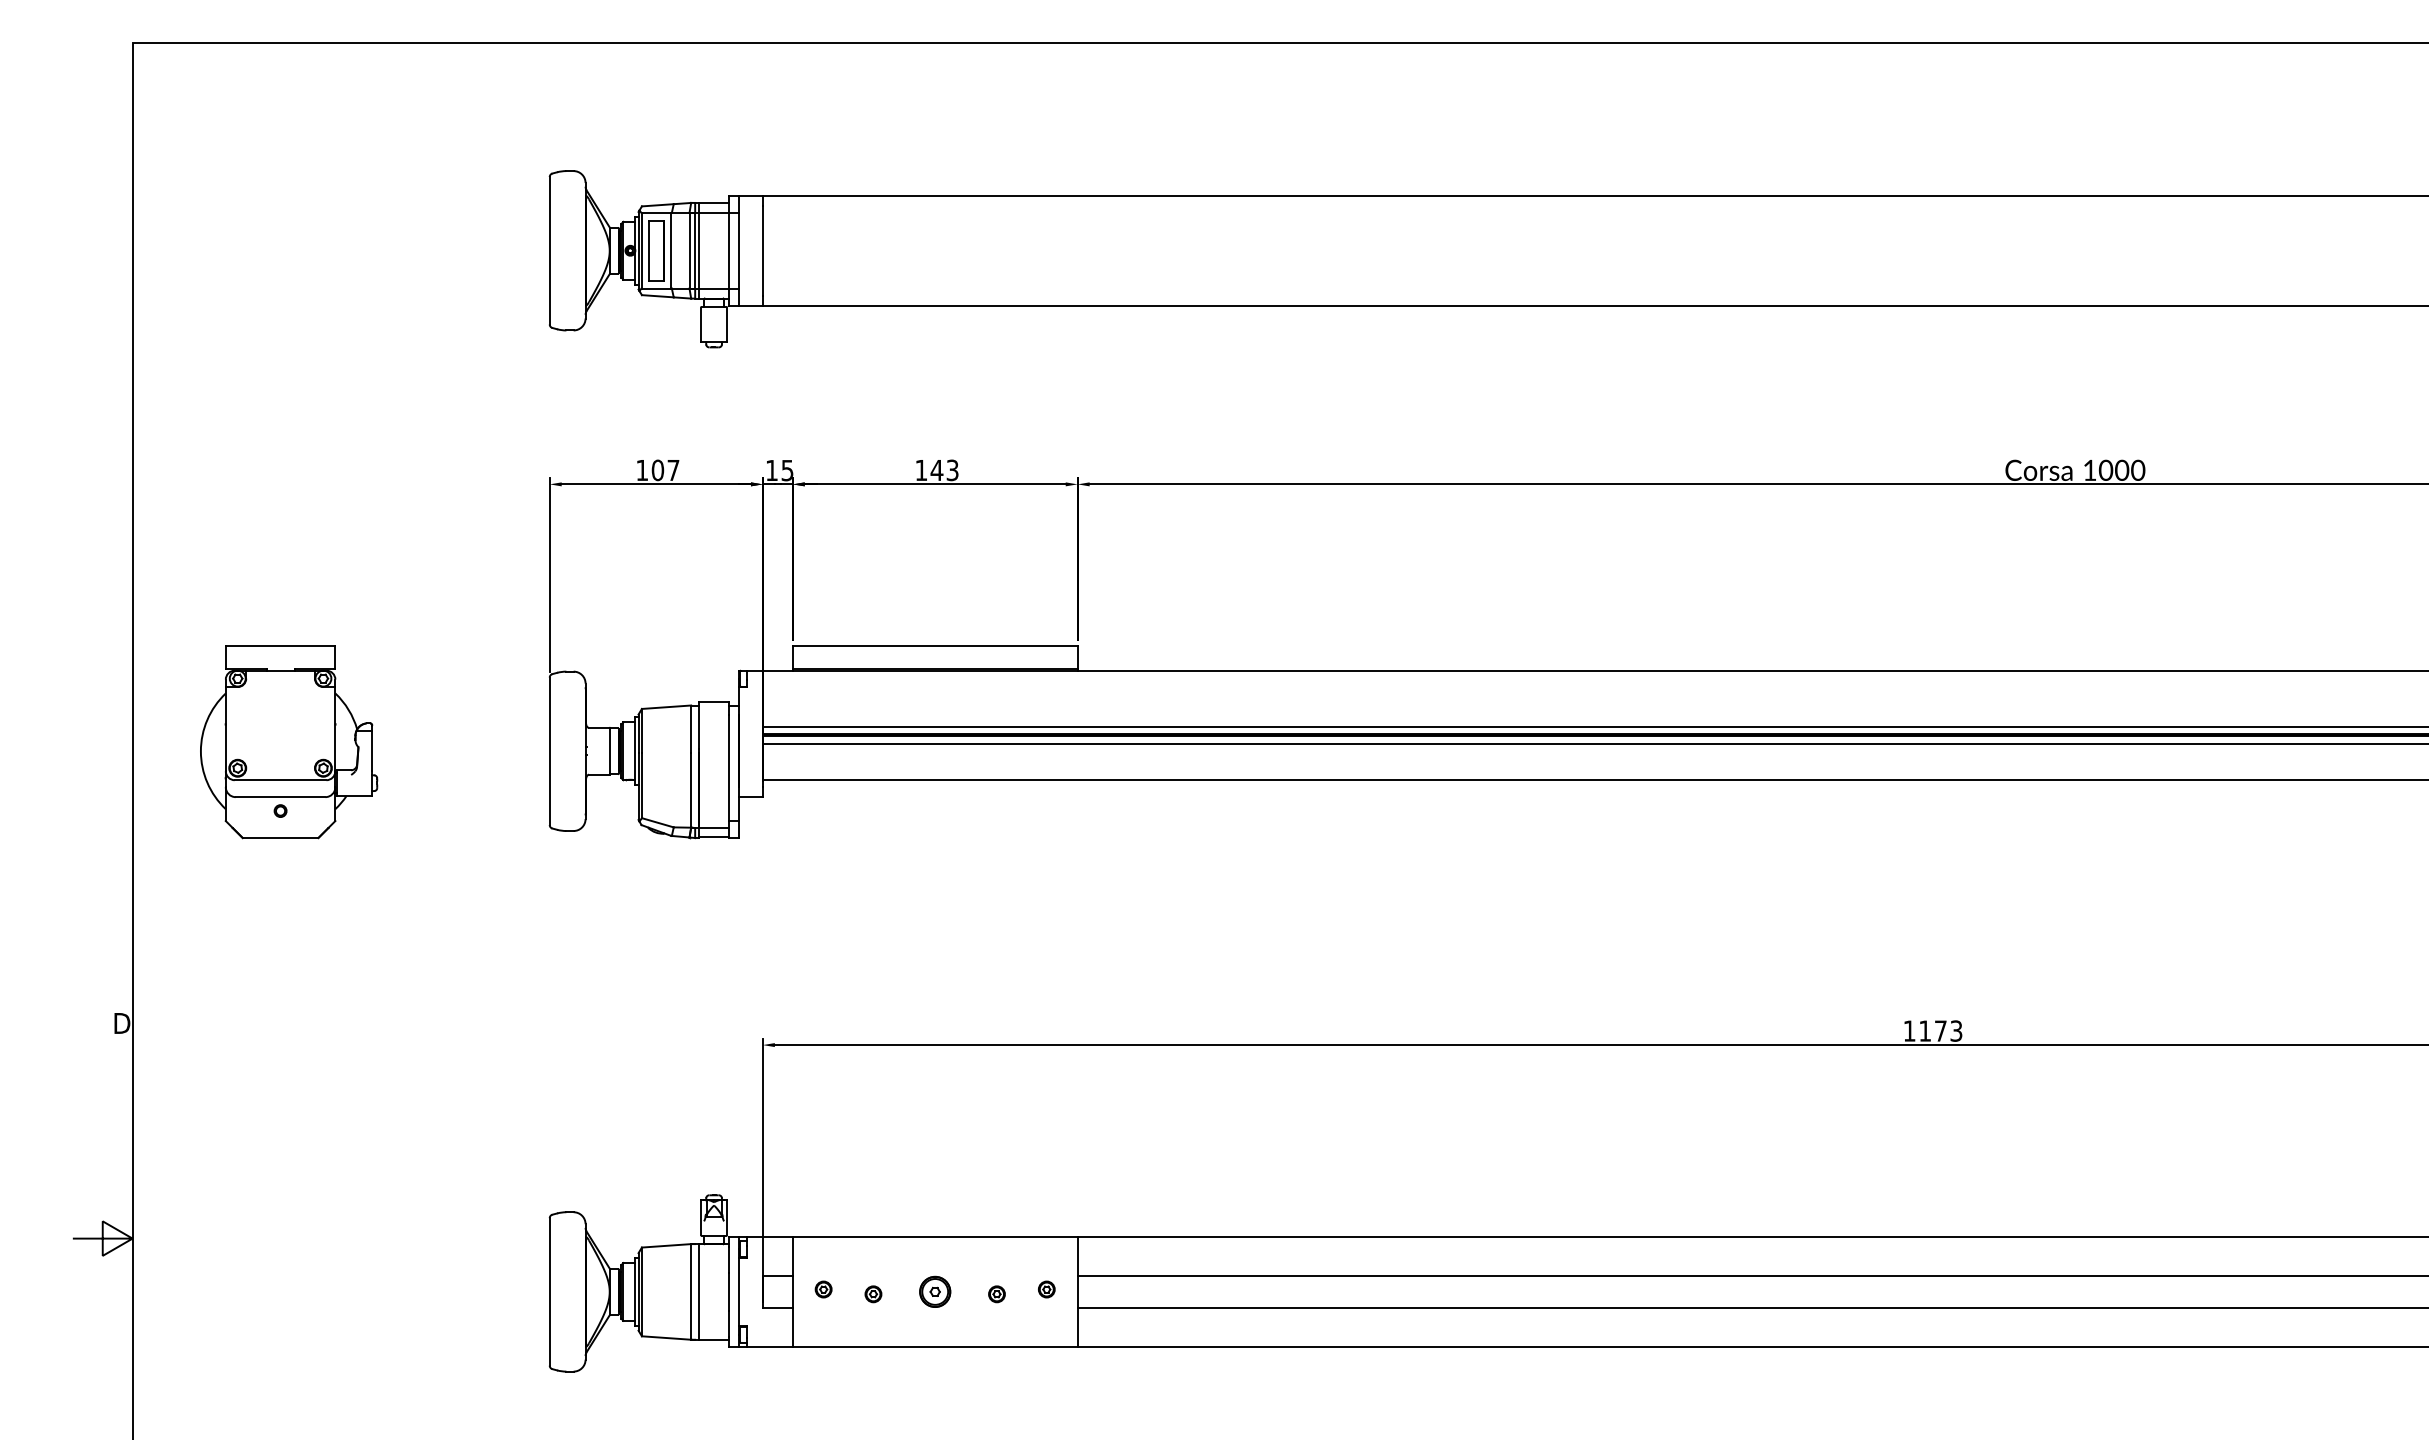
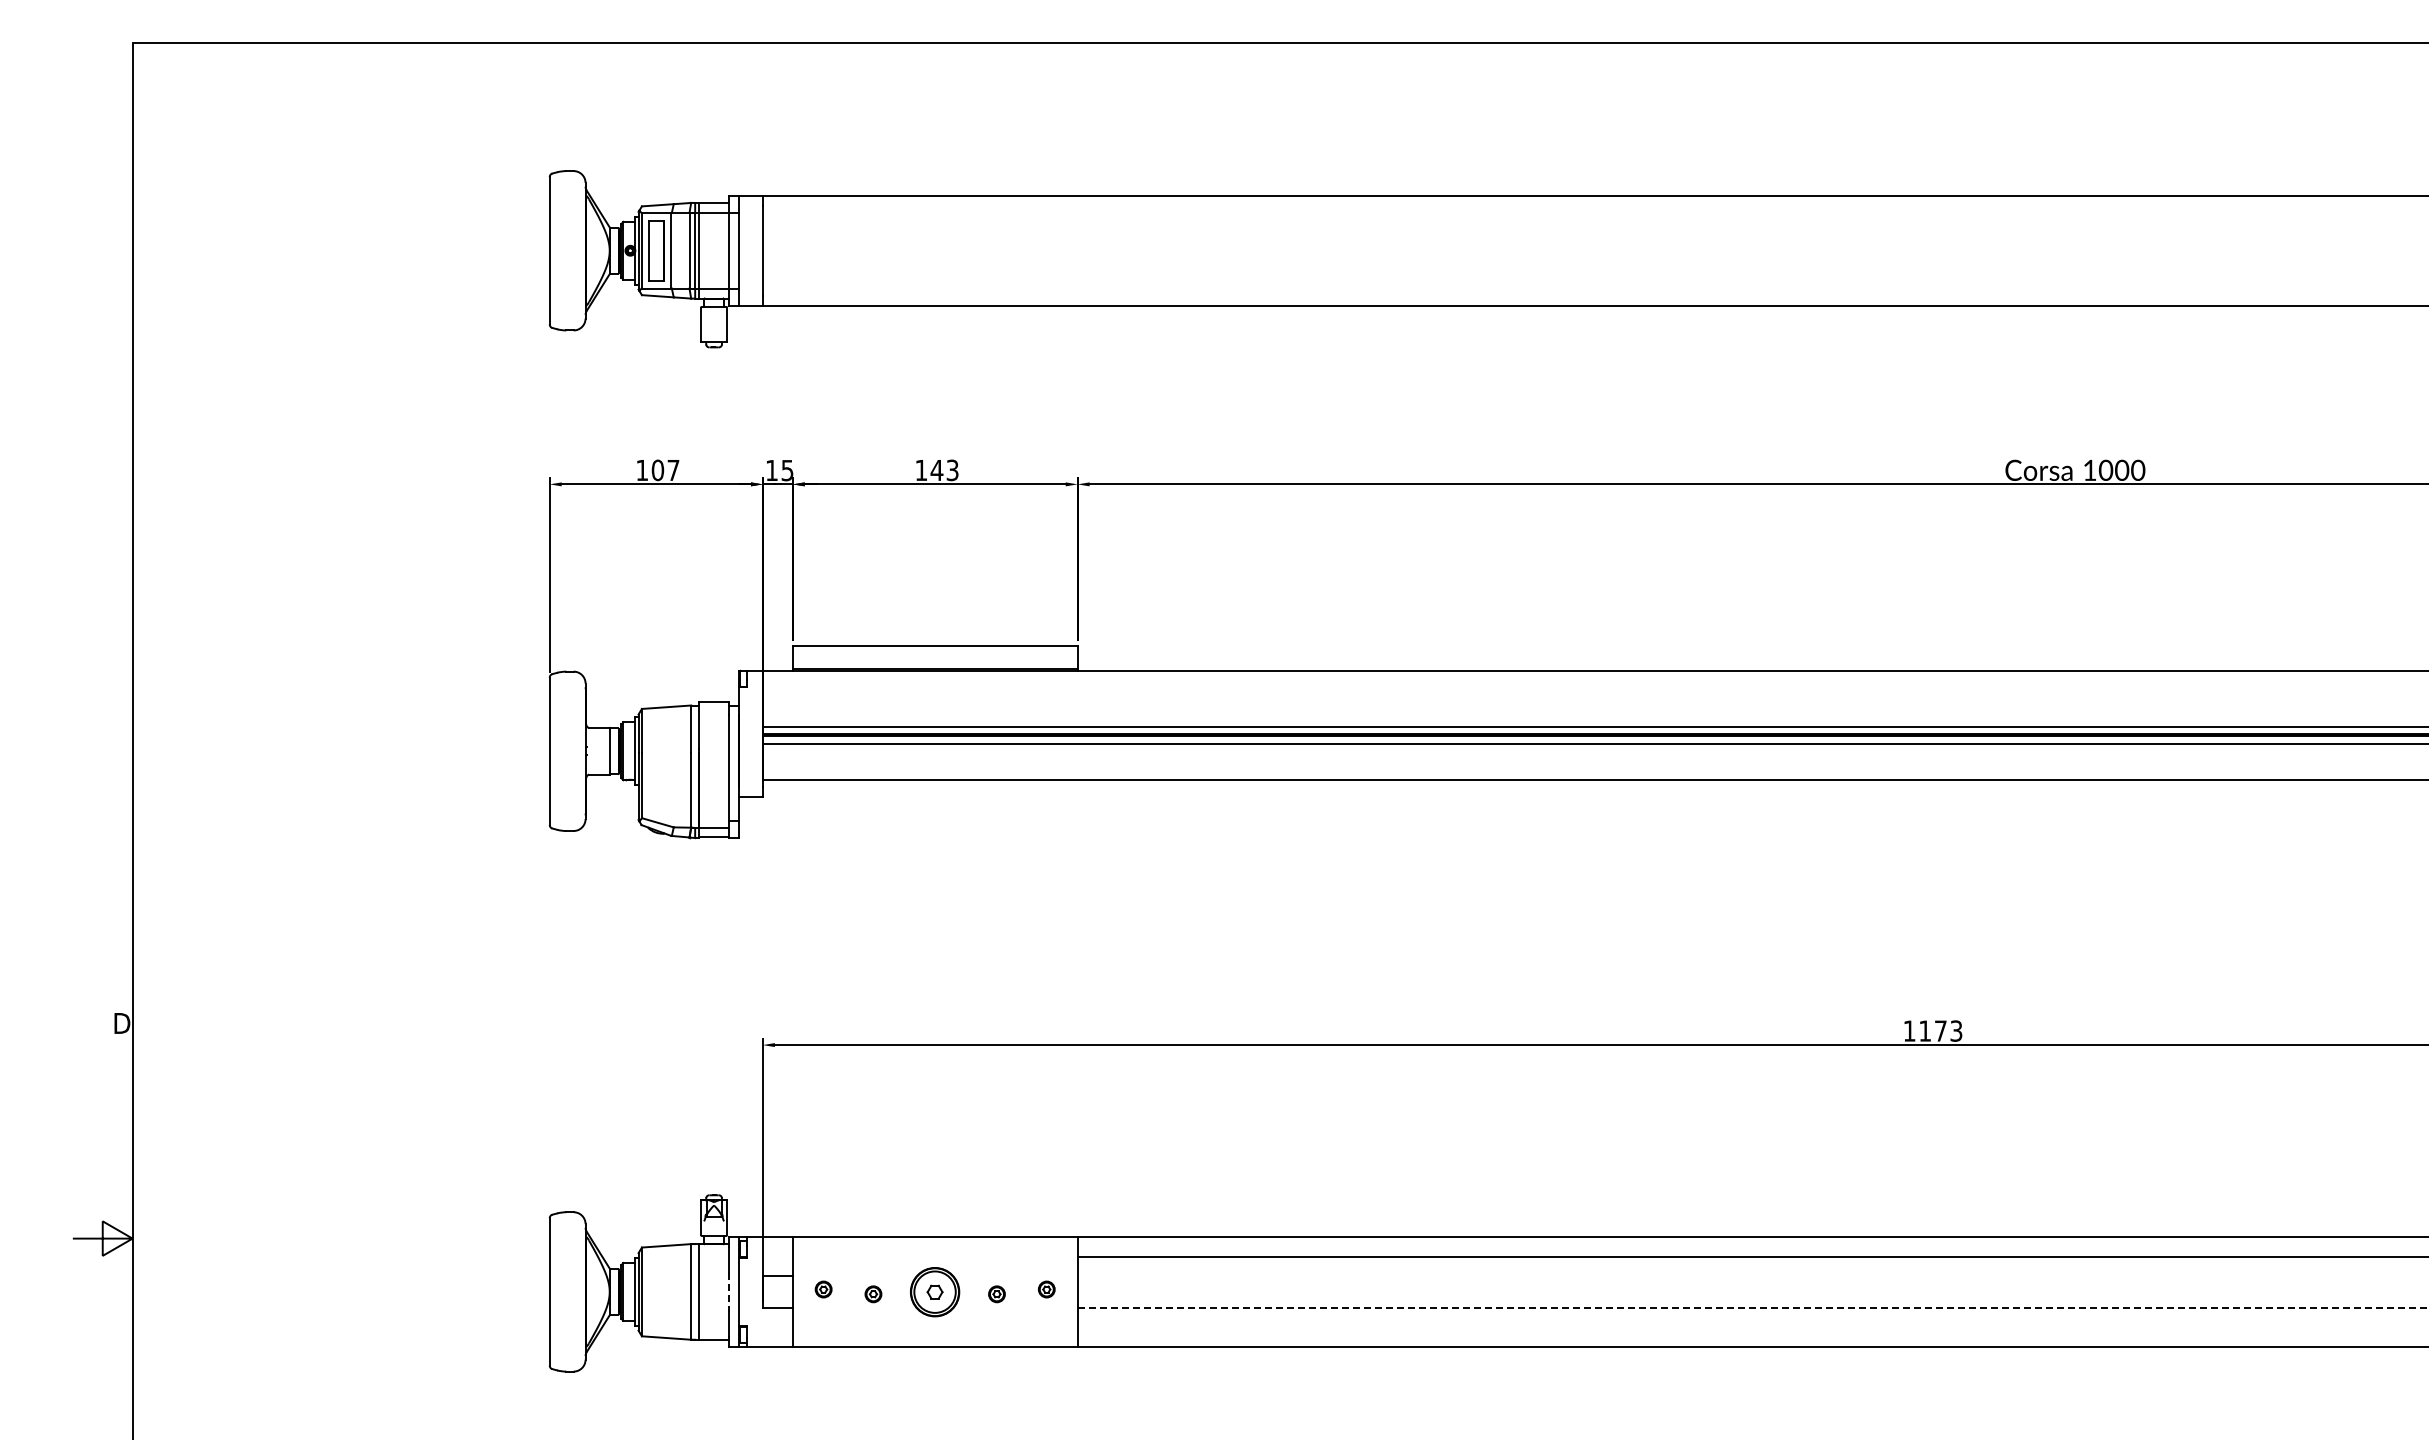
part at (289, 742): present -> none
line at (1751, 1275) position: (1751, 1275) -> (1751, 1256)
part at (935, 1291) size: 33x33 px -> 51x51 px
line at (729, 1292): solid -> dashed
line at (1753, 1307): solid -> dashed
